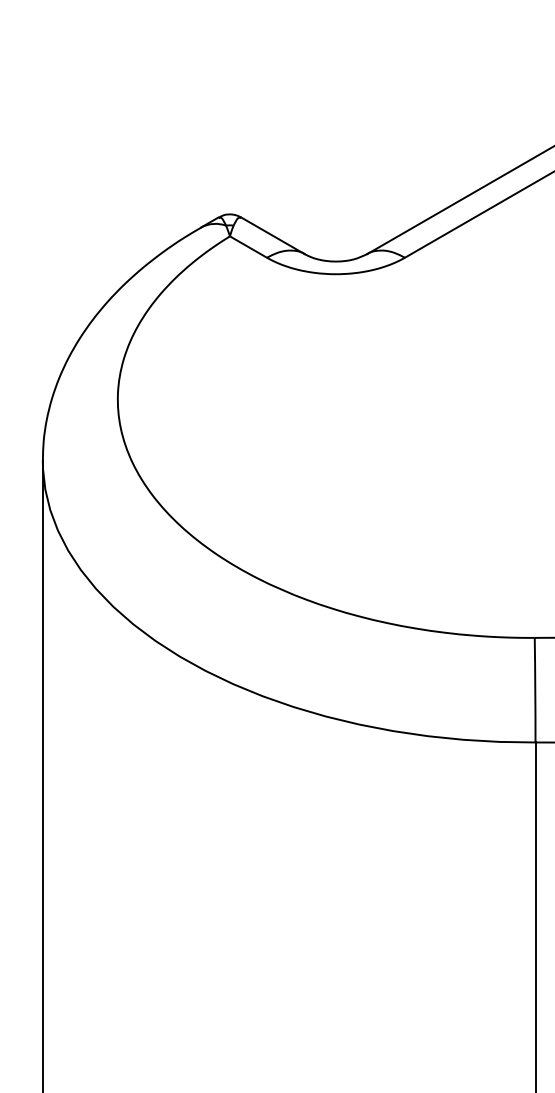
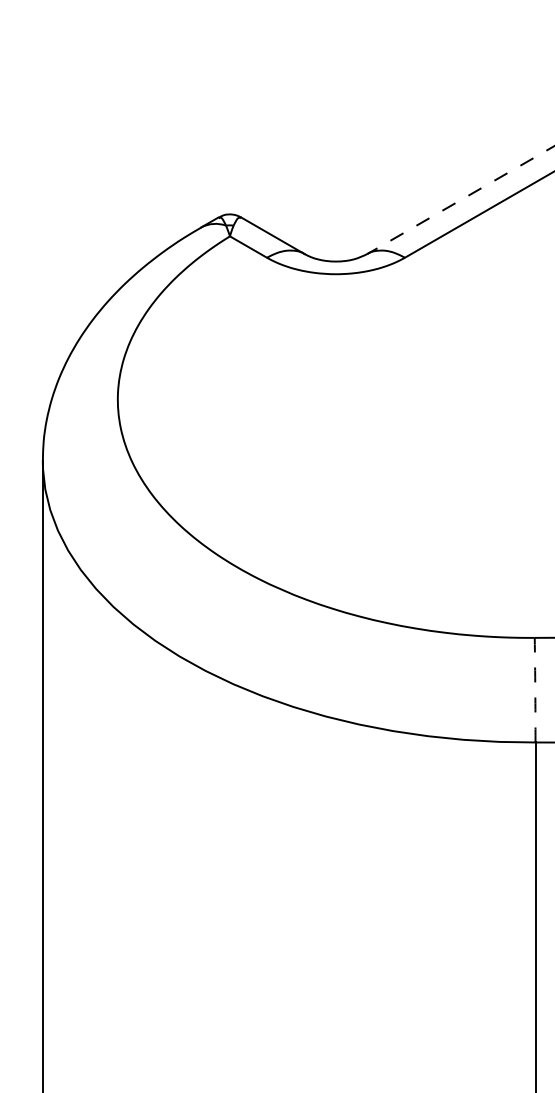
line at (460, 200): solid -> dashed
arc at (535, 690): solid -> dashed
